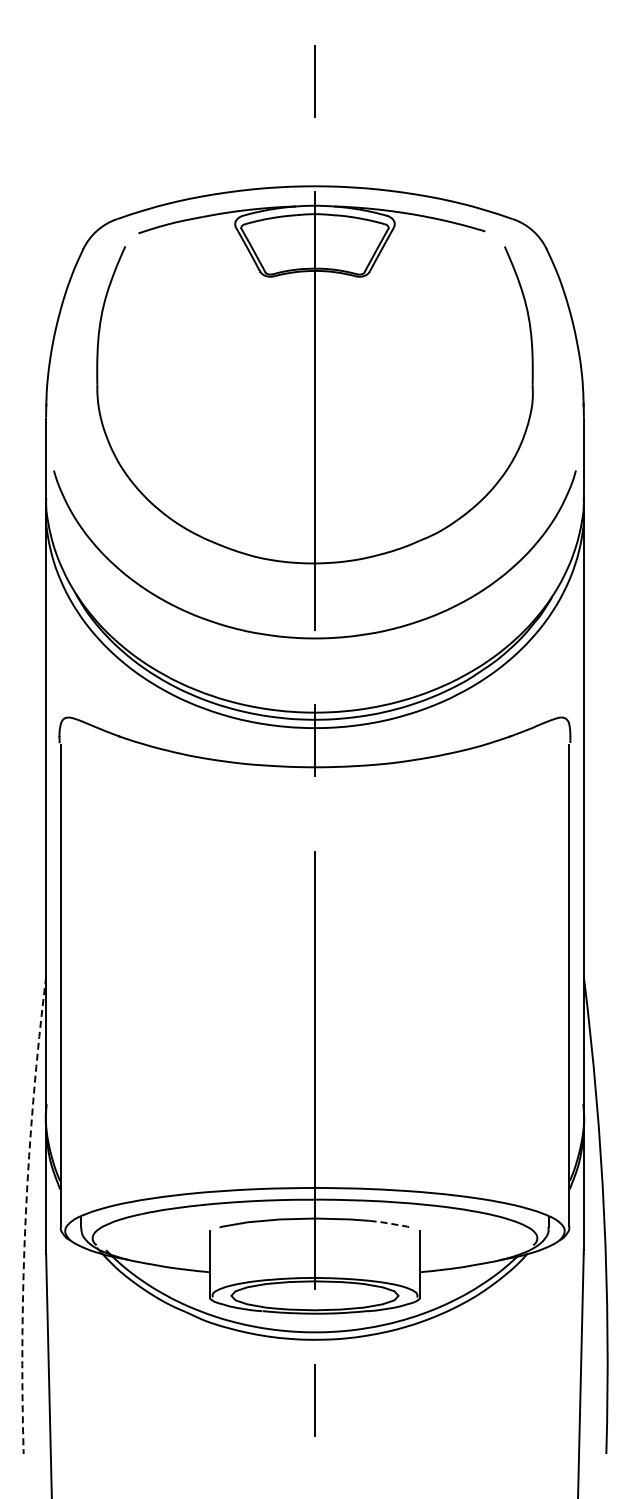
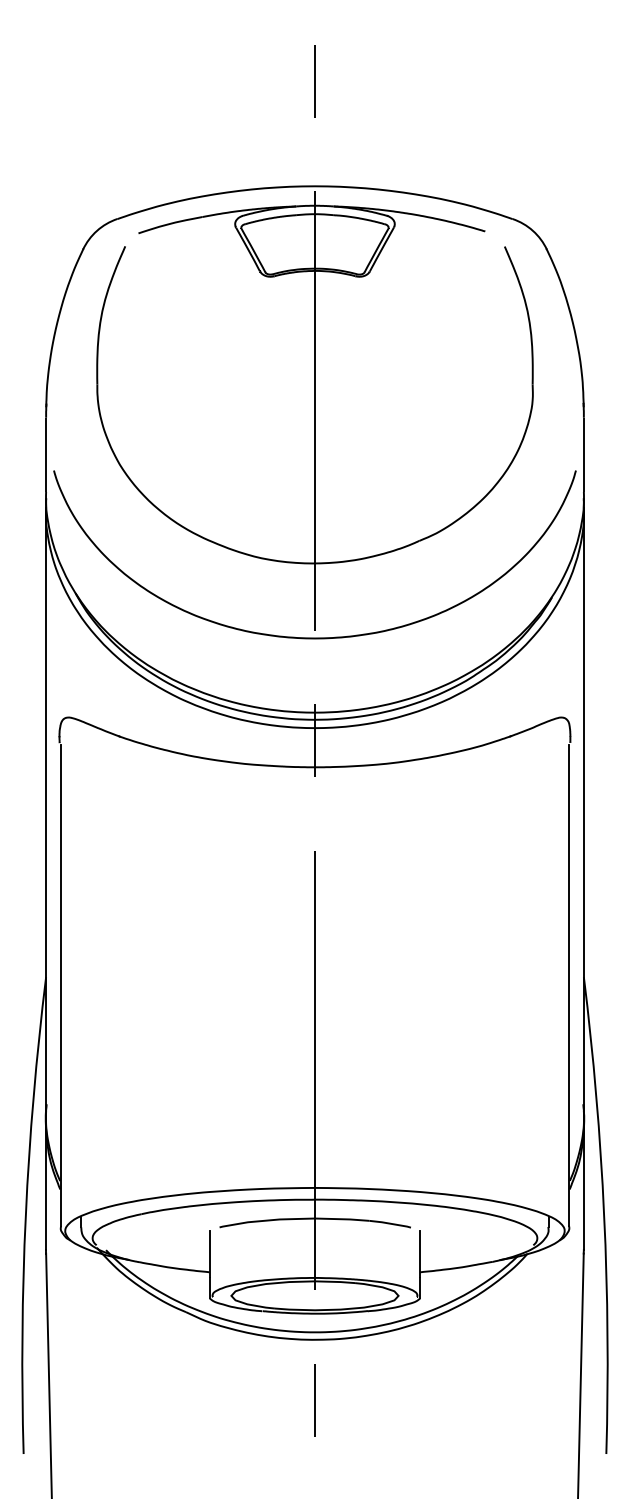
arc at (25, 1215): dashed -> solid
line at (390, 1223): dashed -> solid
